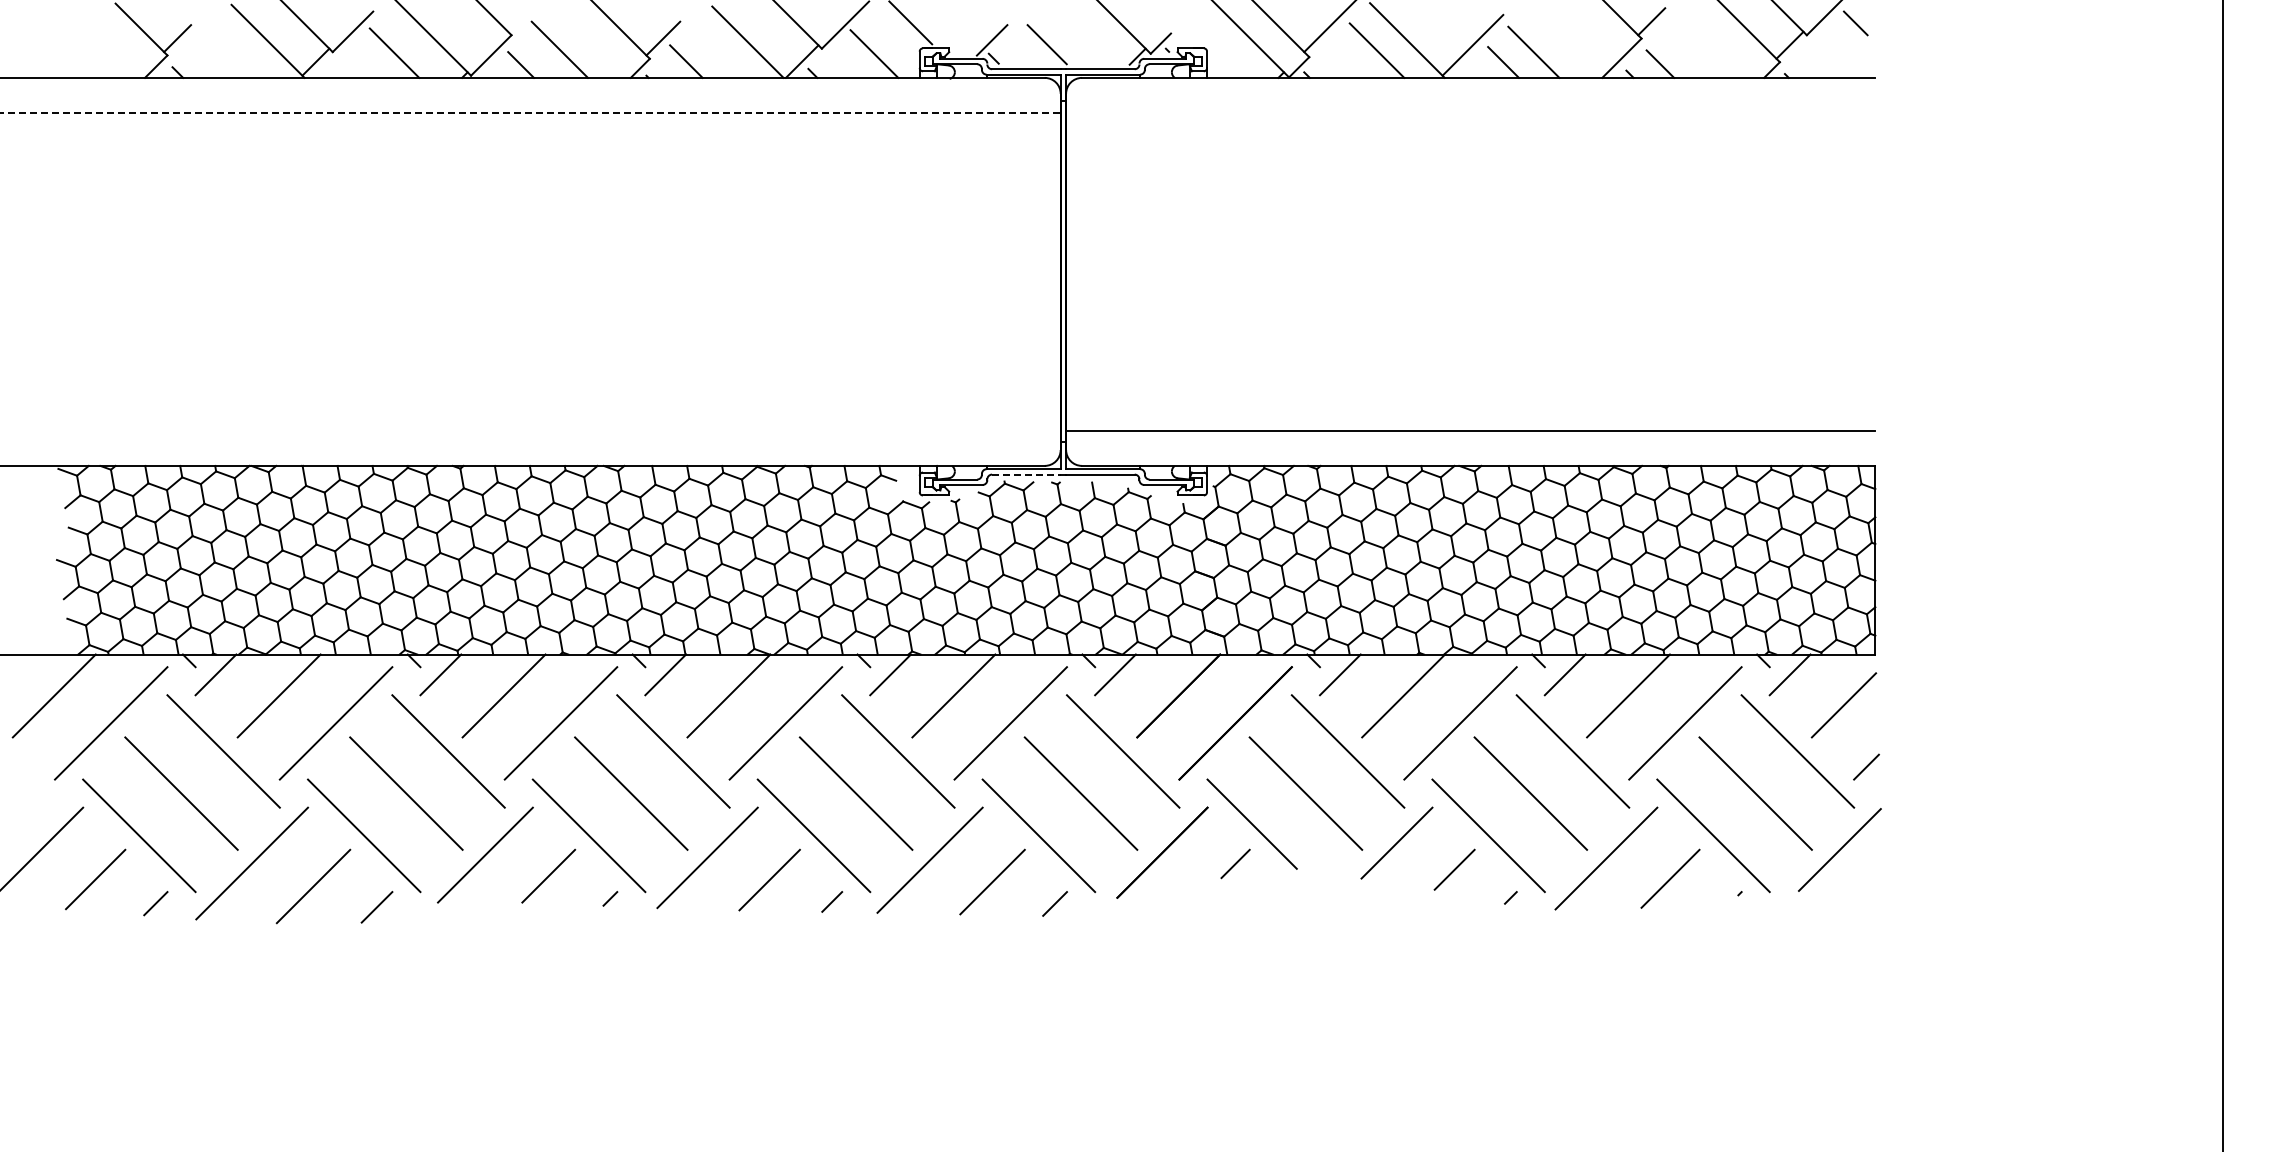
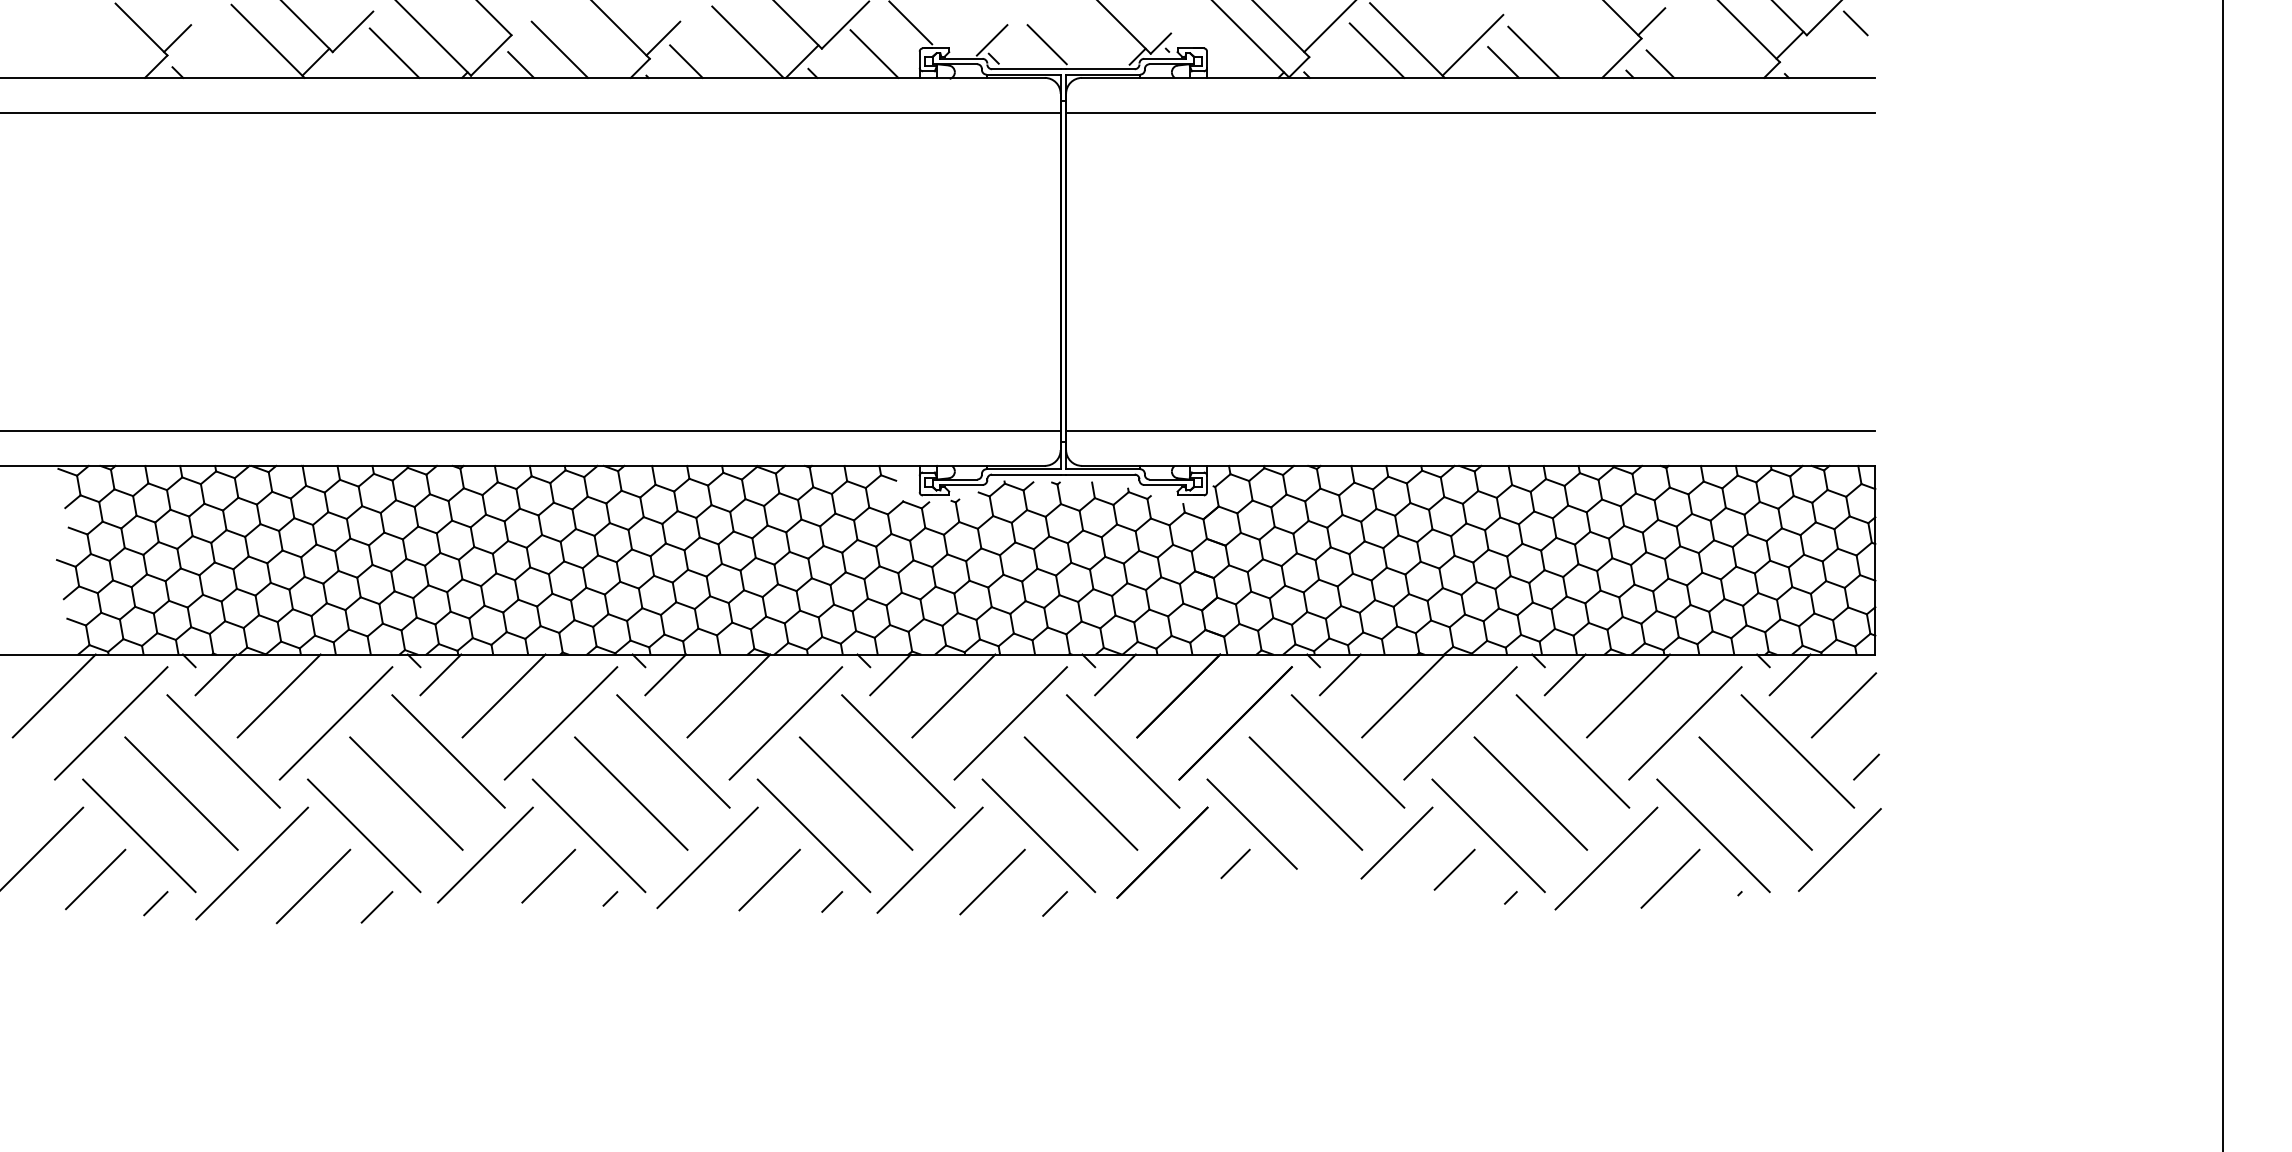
line at (530, 112): dashed -> solid
line at (1470, 112): none -> present
line at (531, 430): none -> present
line at (1026, 474): dashed -> solid
